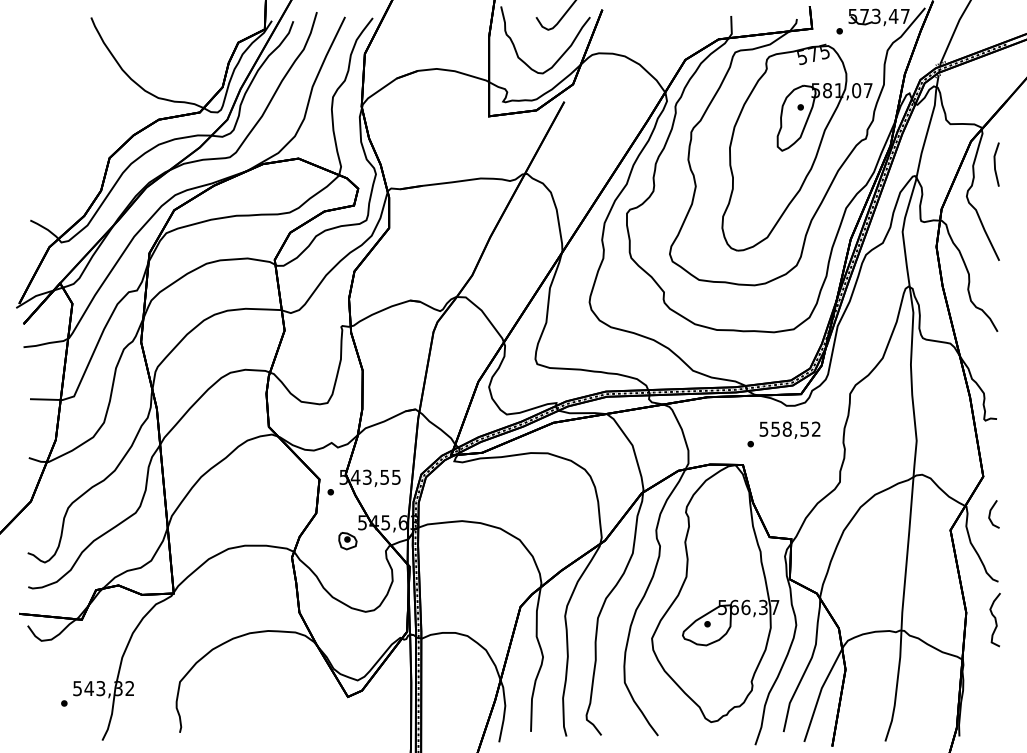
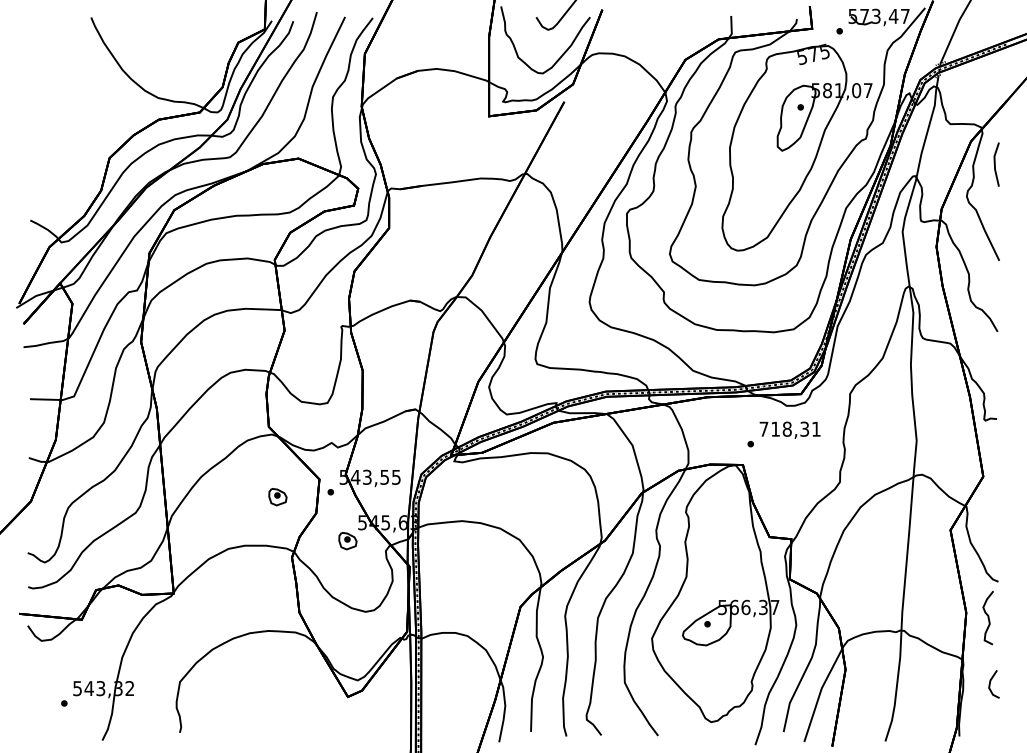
text at (789, 428): 558,52 -> 718,31
part at (277, 497): none -> present
line at (990, 514) position: (990, 514) -> (990, 684)
curve at (994, 619) position: (994, 619) -> (987, 617)
